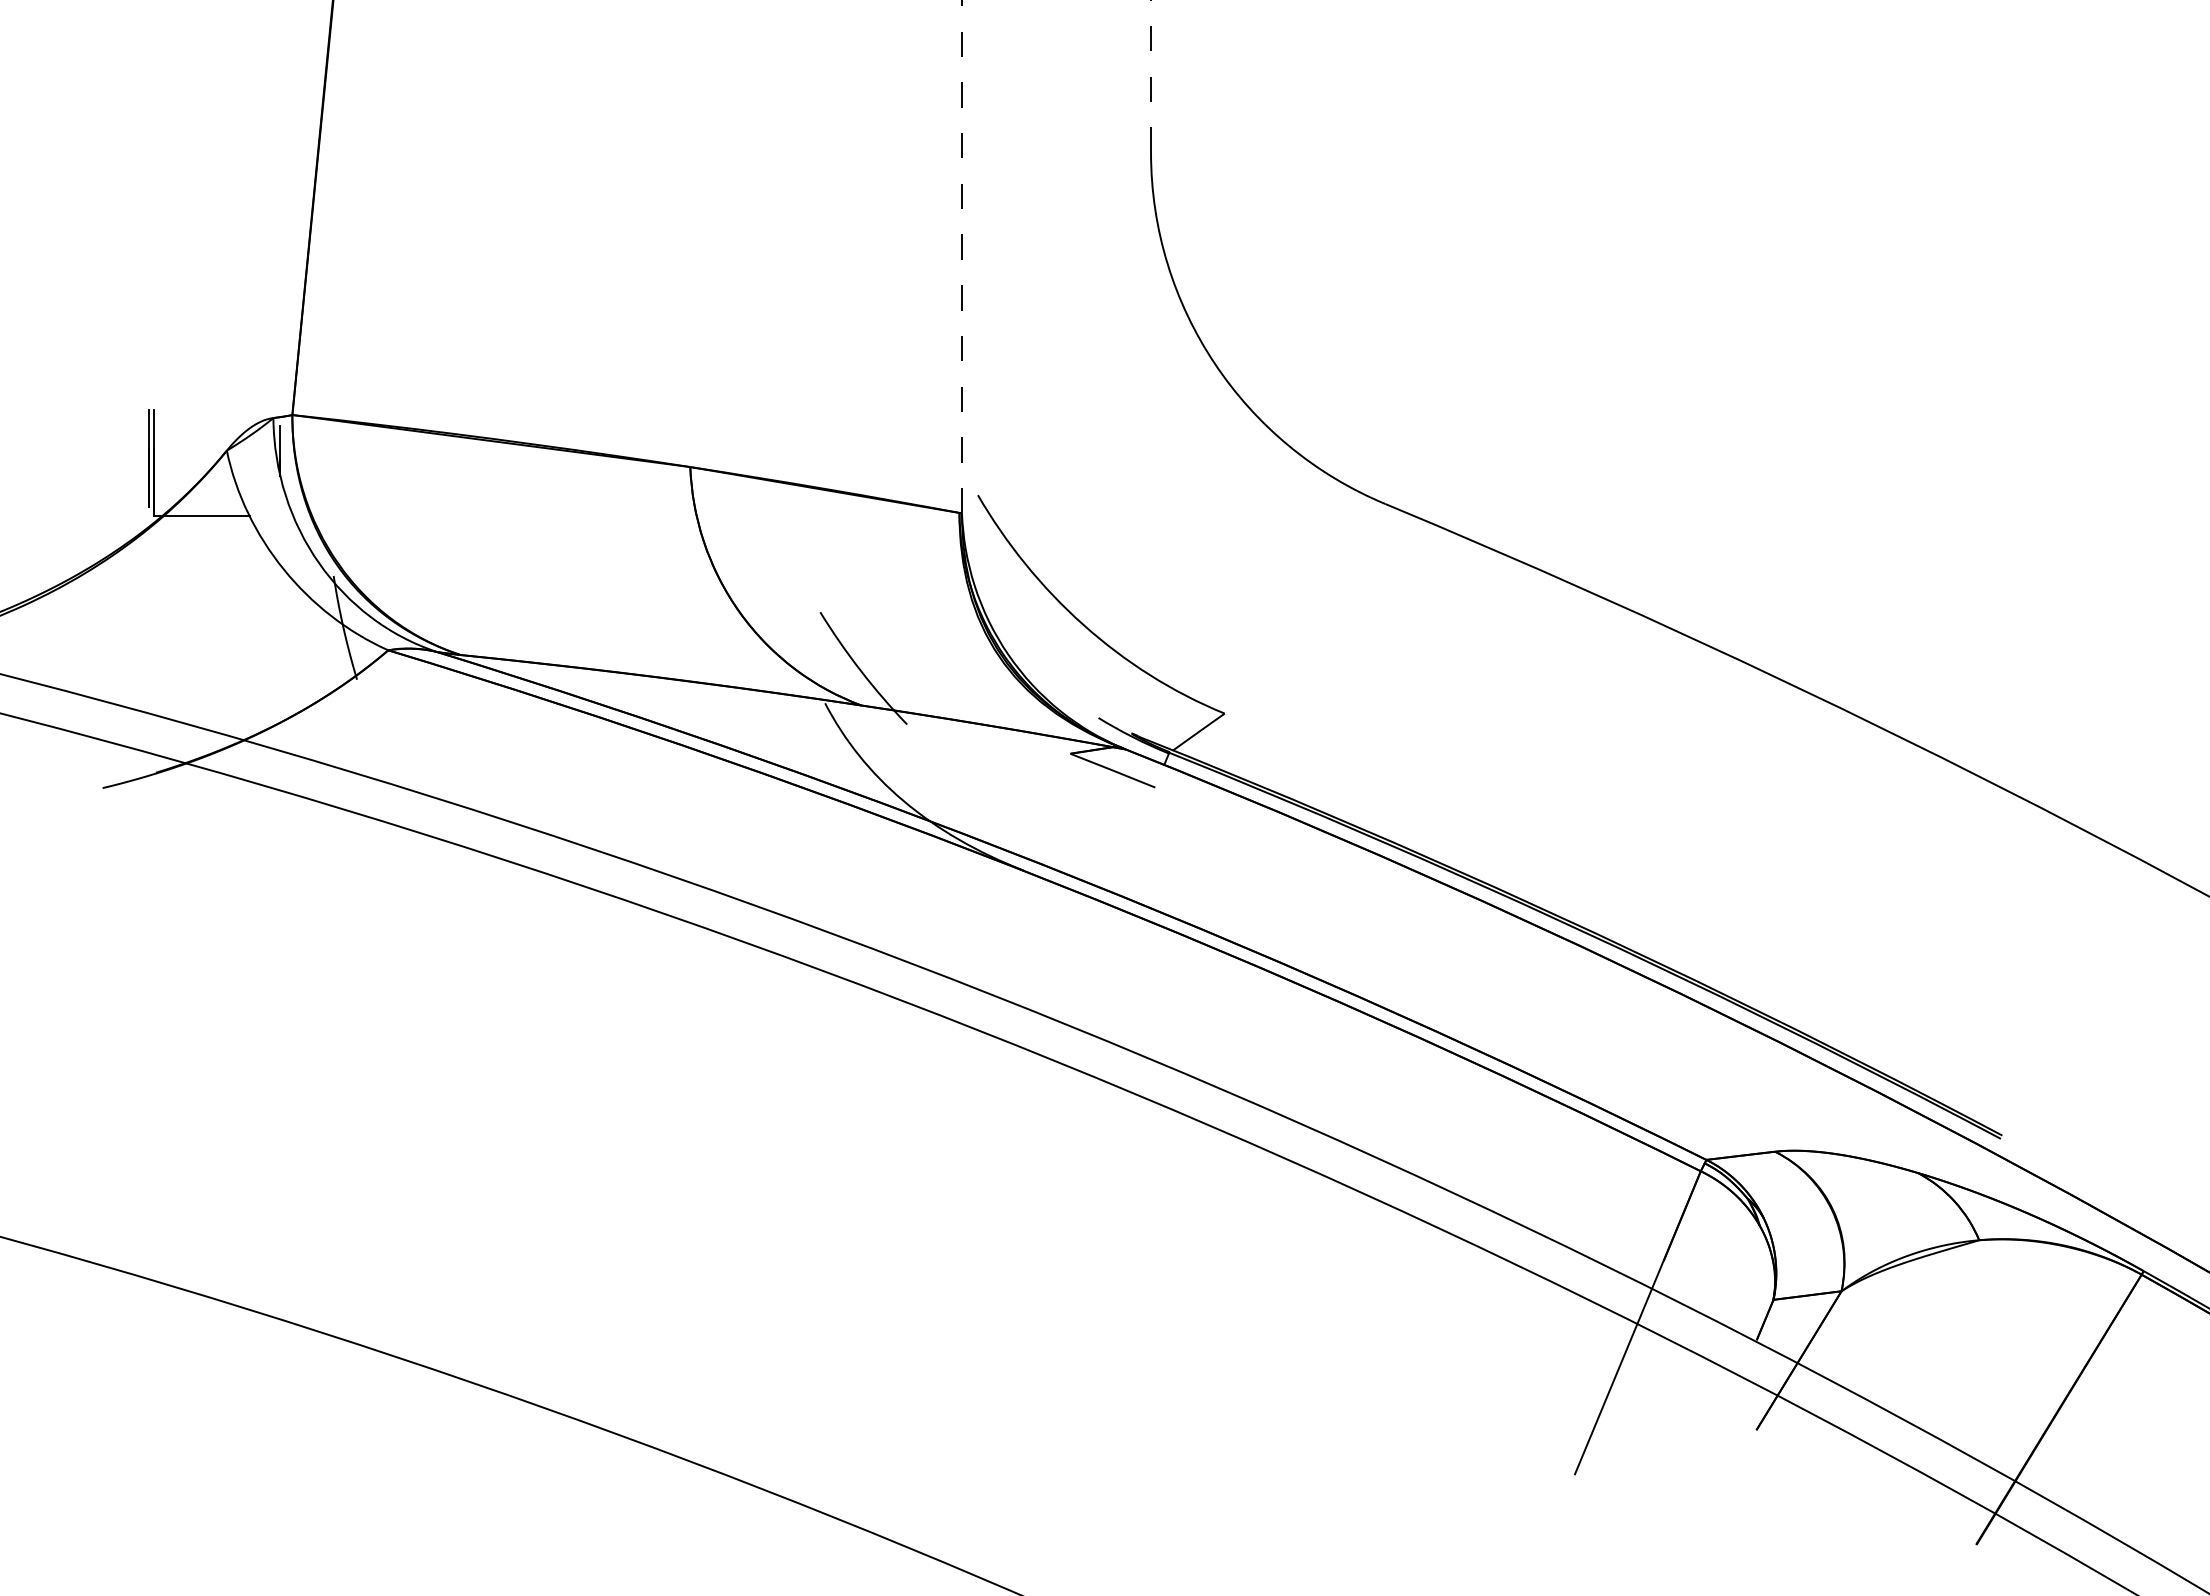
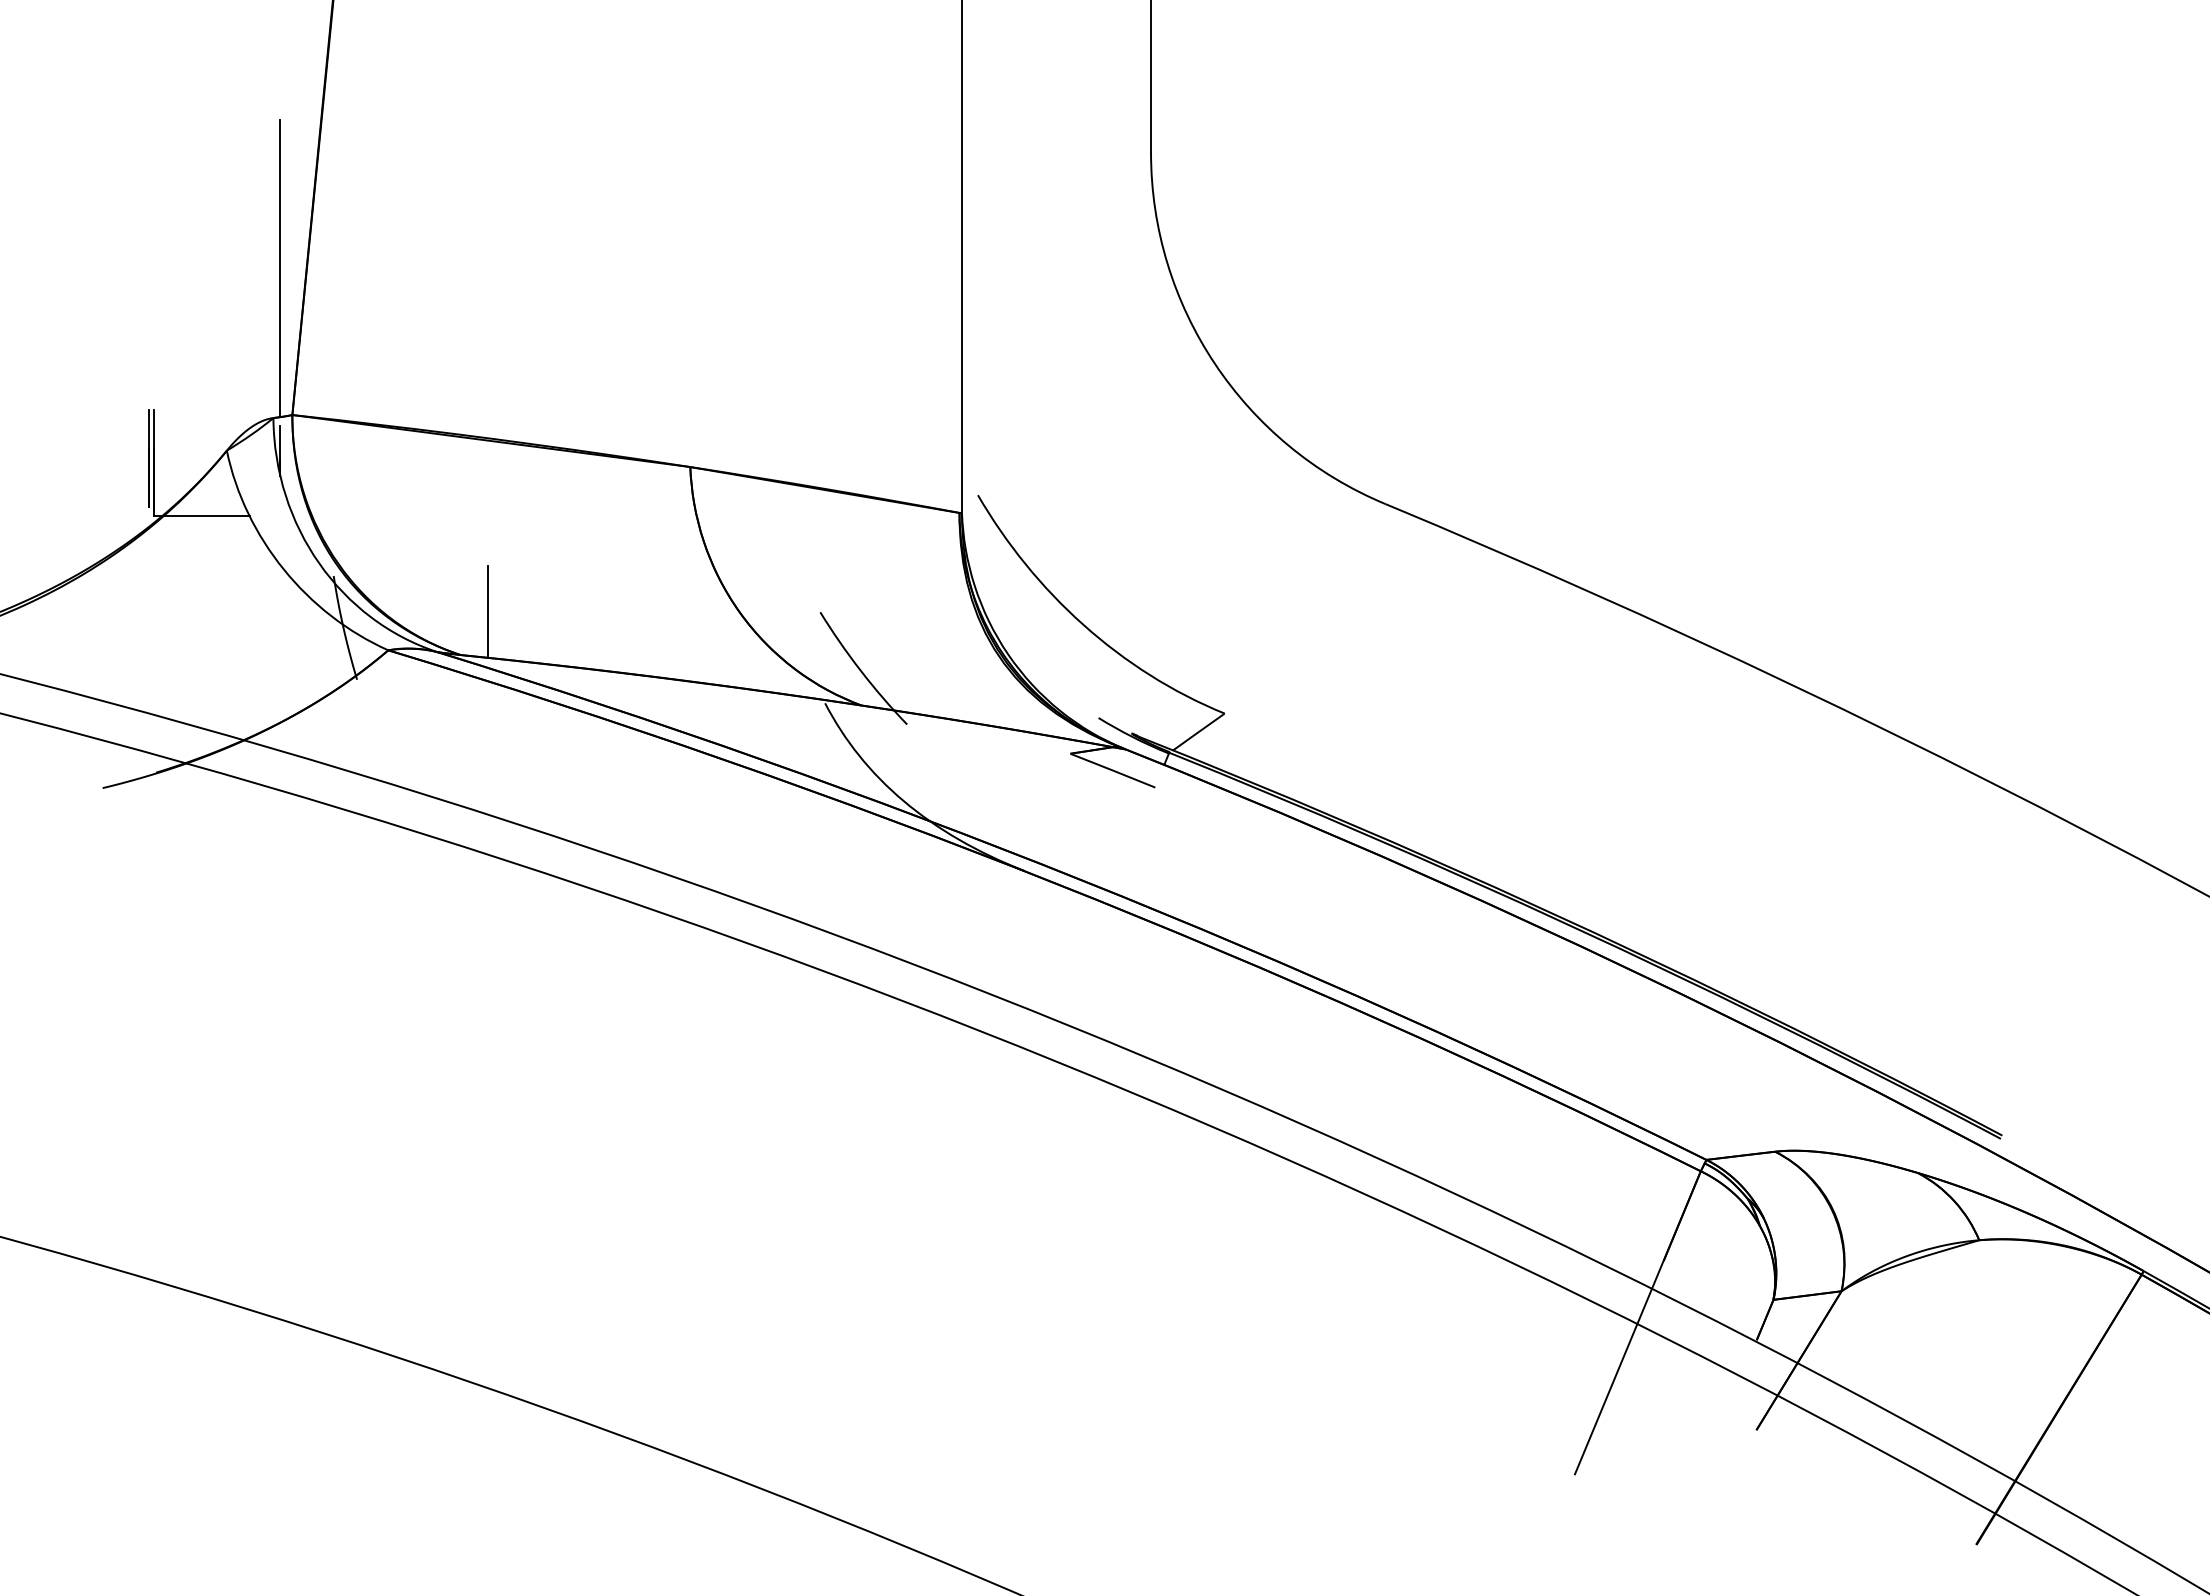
line at (1151, 76): dashed -> solid
line at (961, 256): dashed -> solid
line at (280, 268): none -> present
line at (487, 612): none -> present
